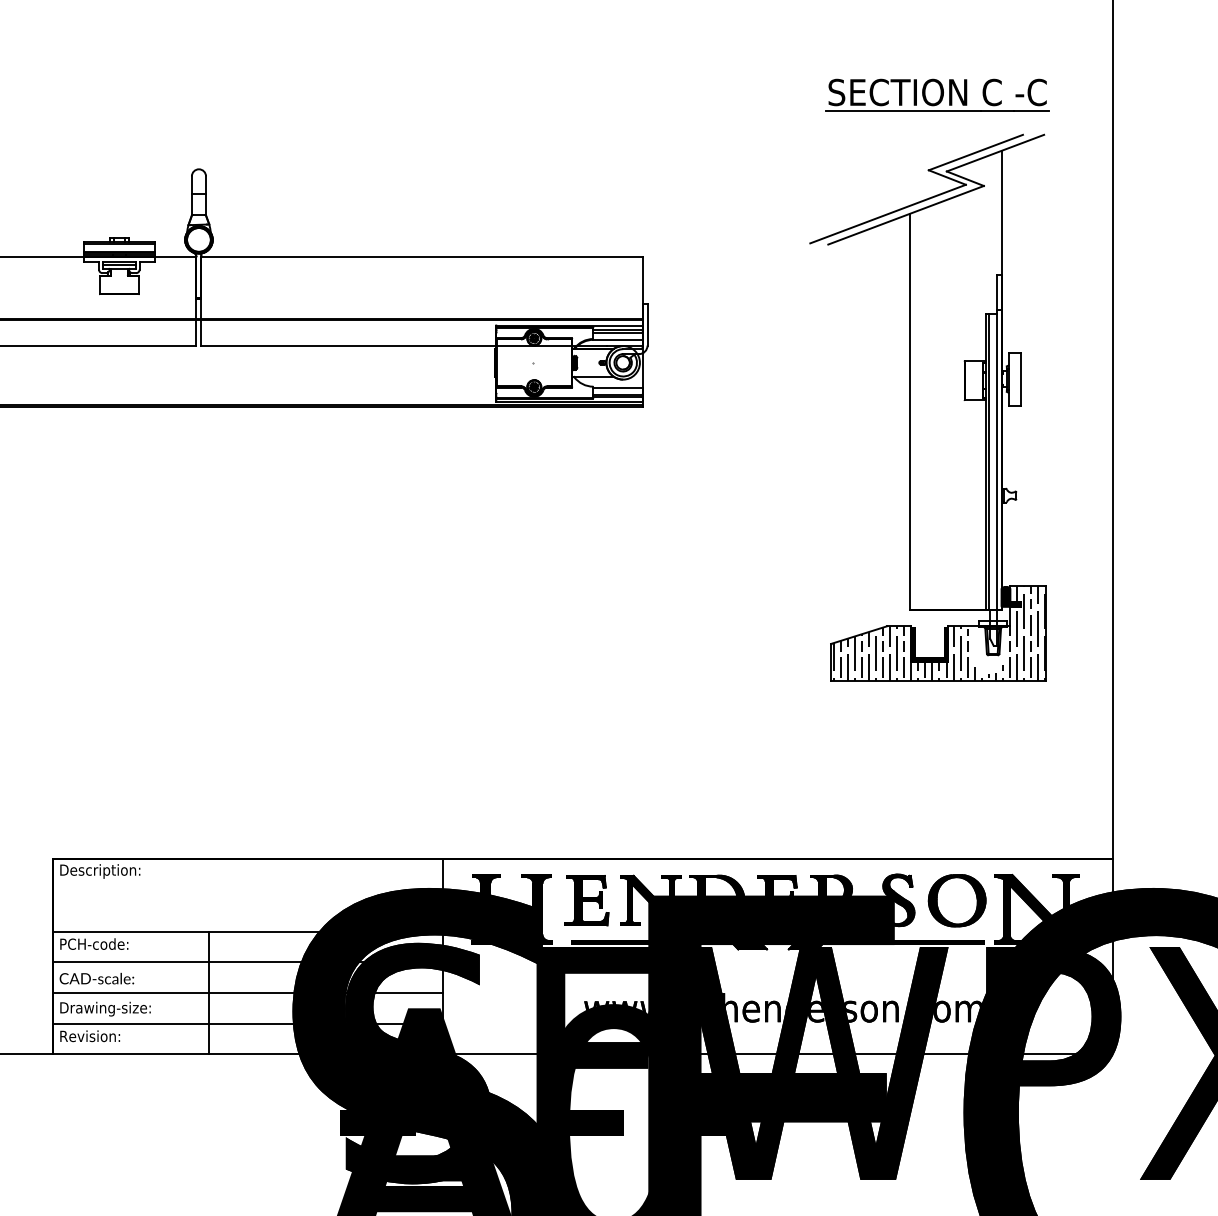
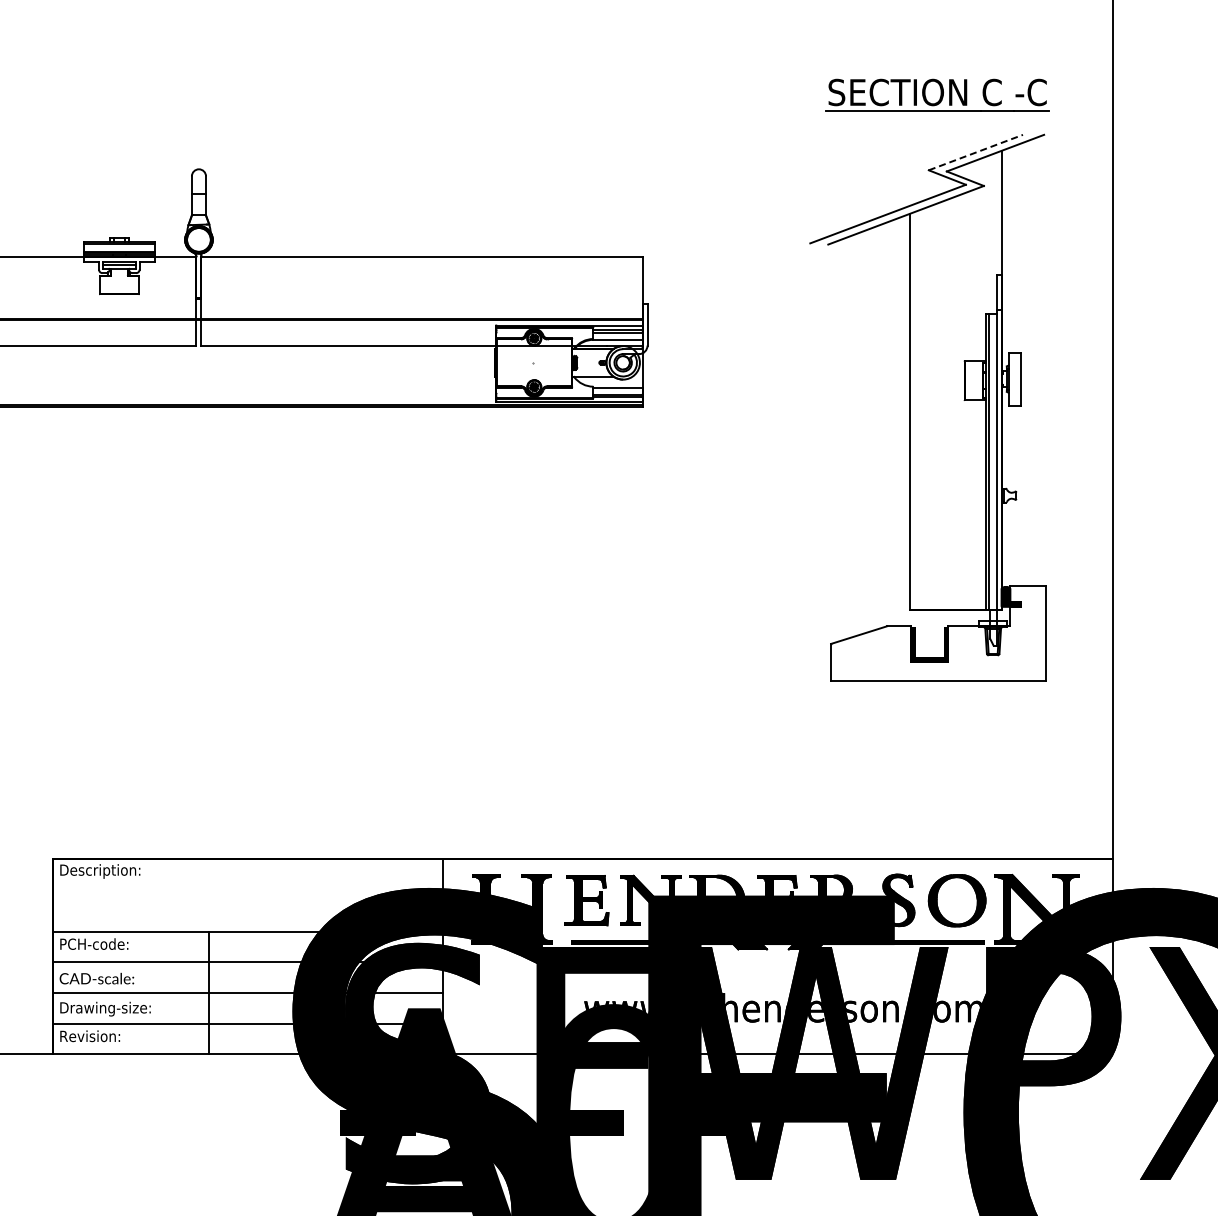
line at (976, 152): solid -> dashed
hatch at (939, 633): present -> none
